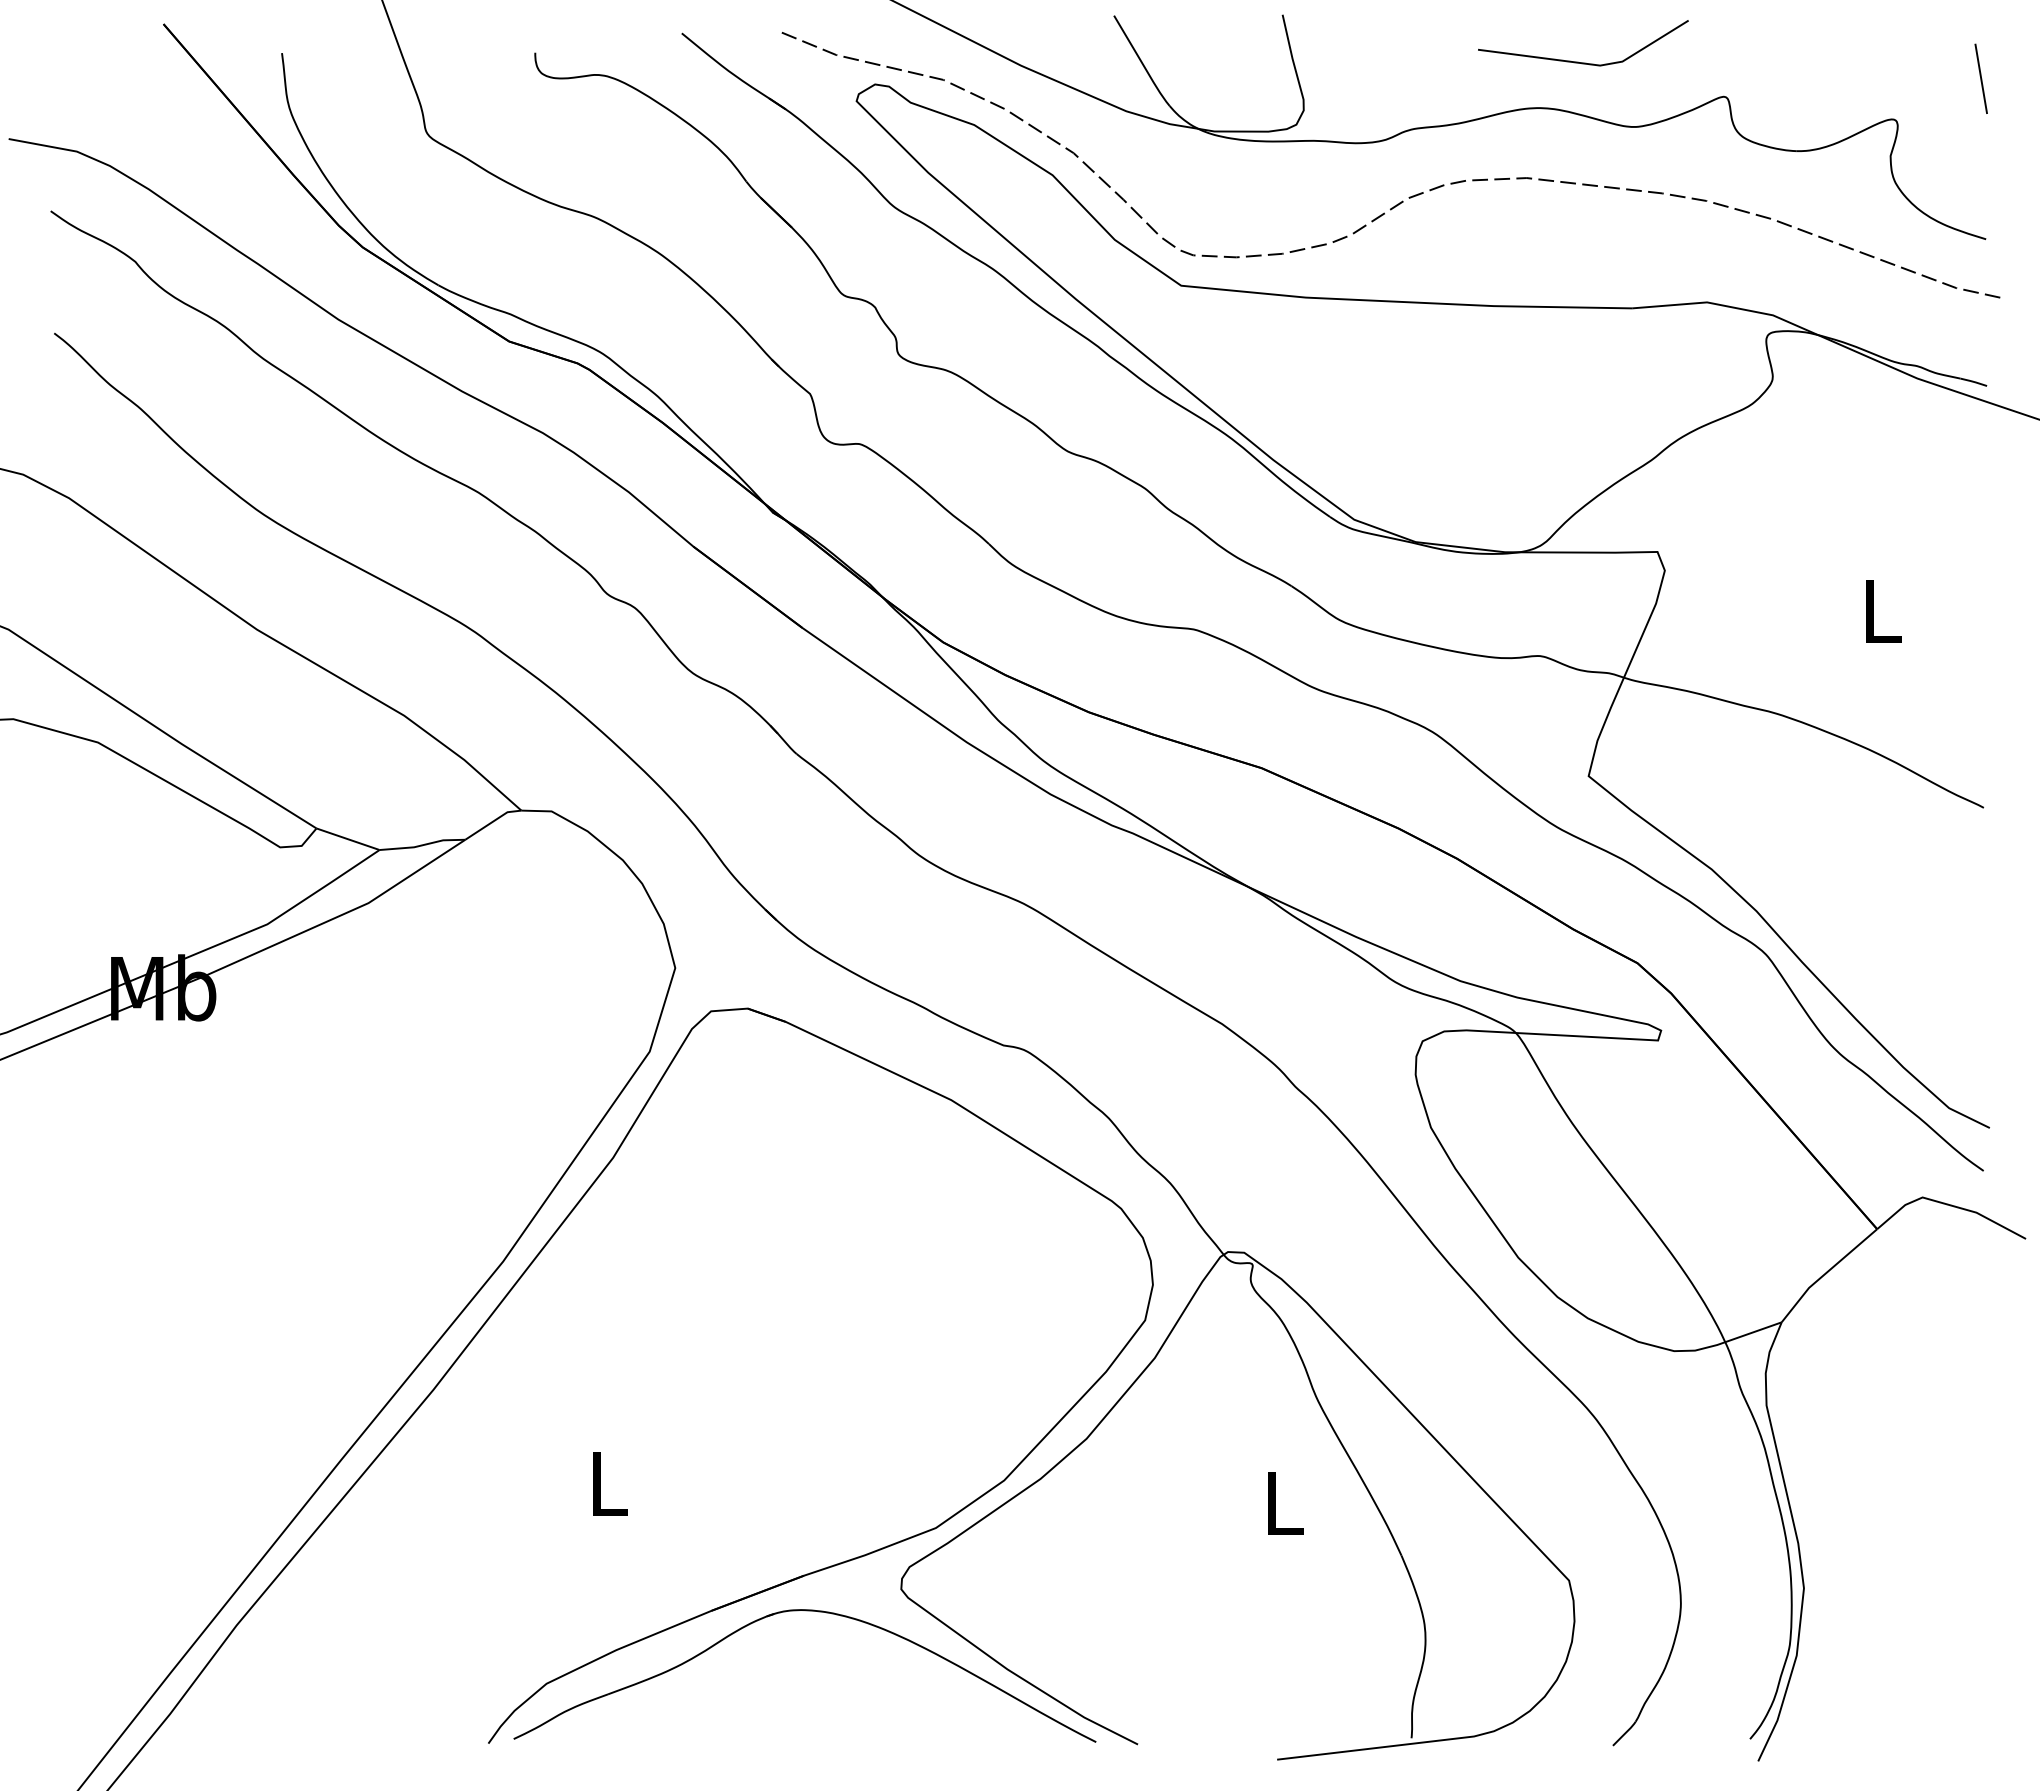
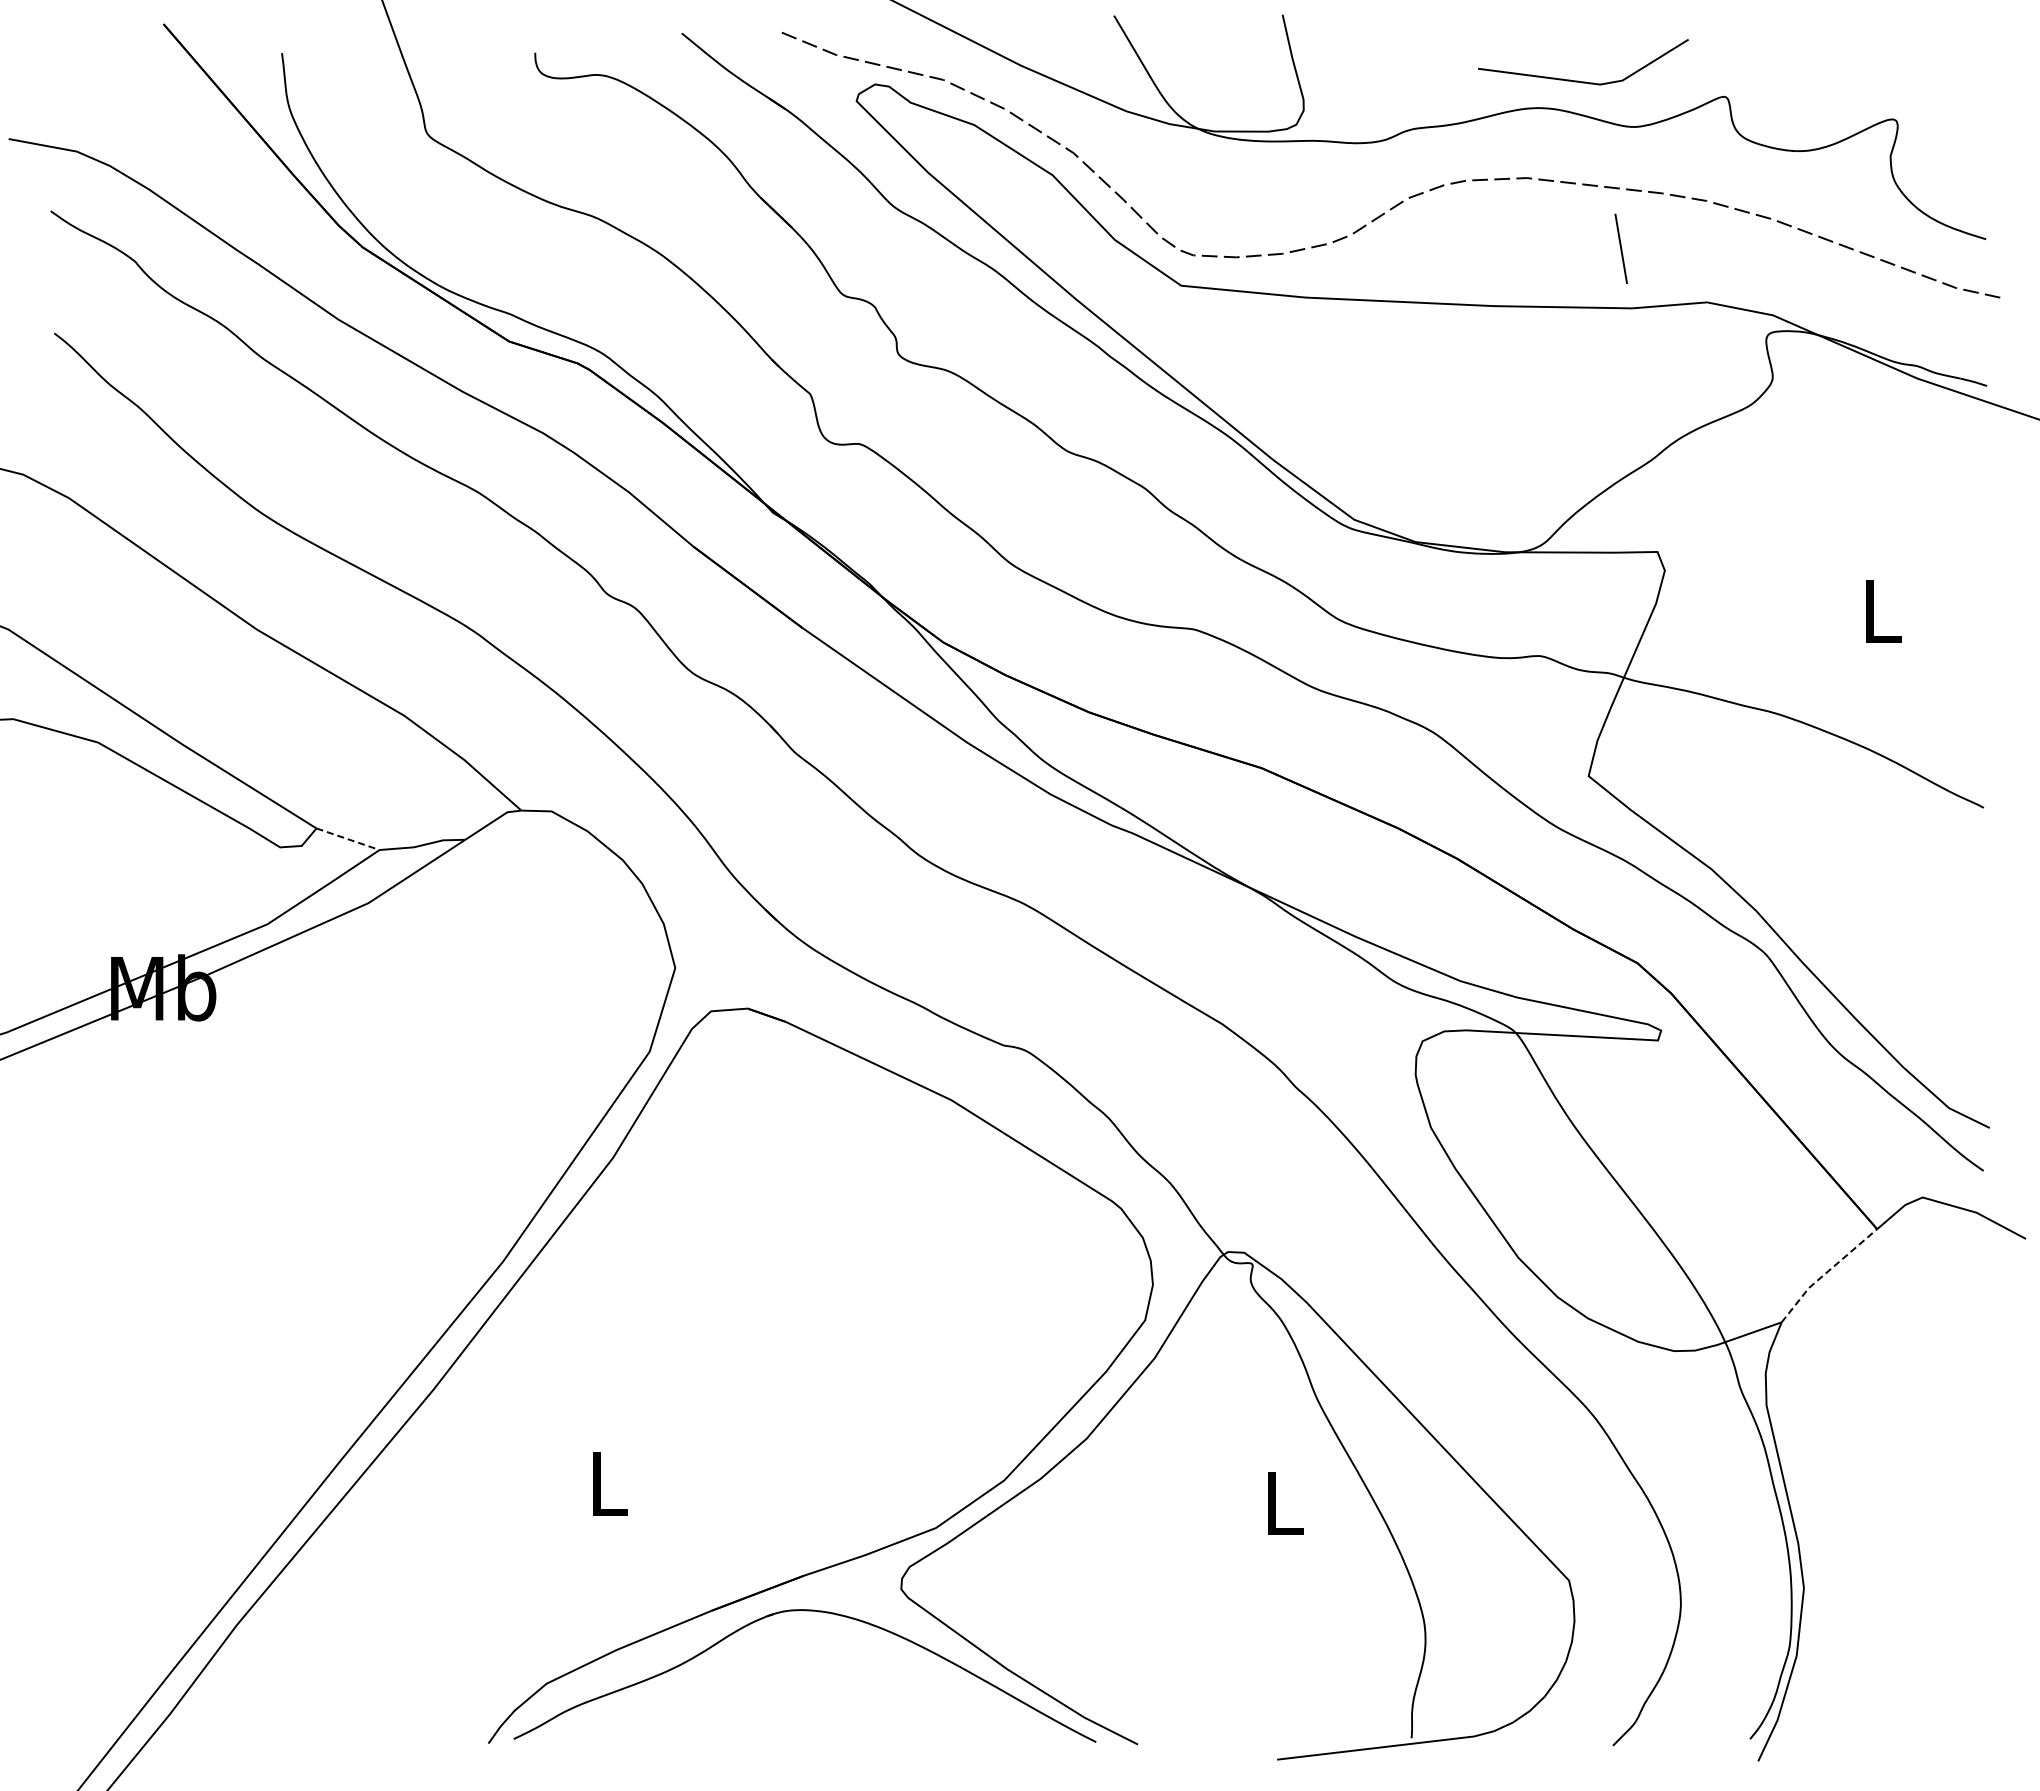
line at (1578, 61) position: (1578, 61) -> (1578, 80)
line at (1980, 78) position: (1980, 78) -> (1620, 248)
line at (348, 839): solid -> dashed
line at (1826, 1272): solid -> dashed
